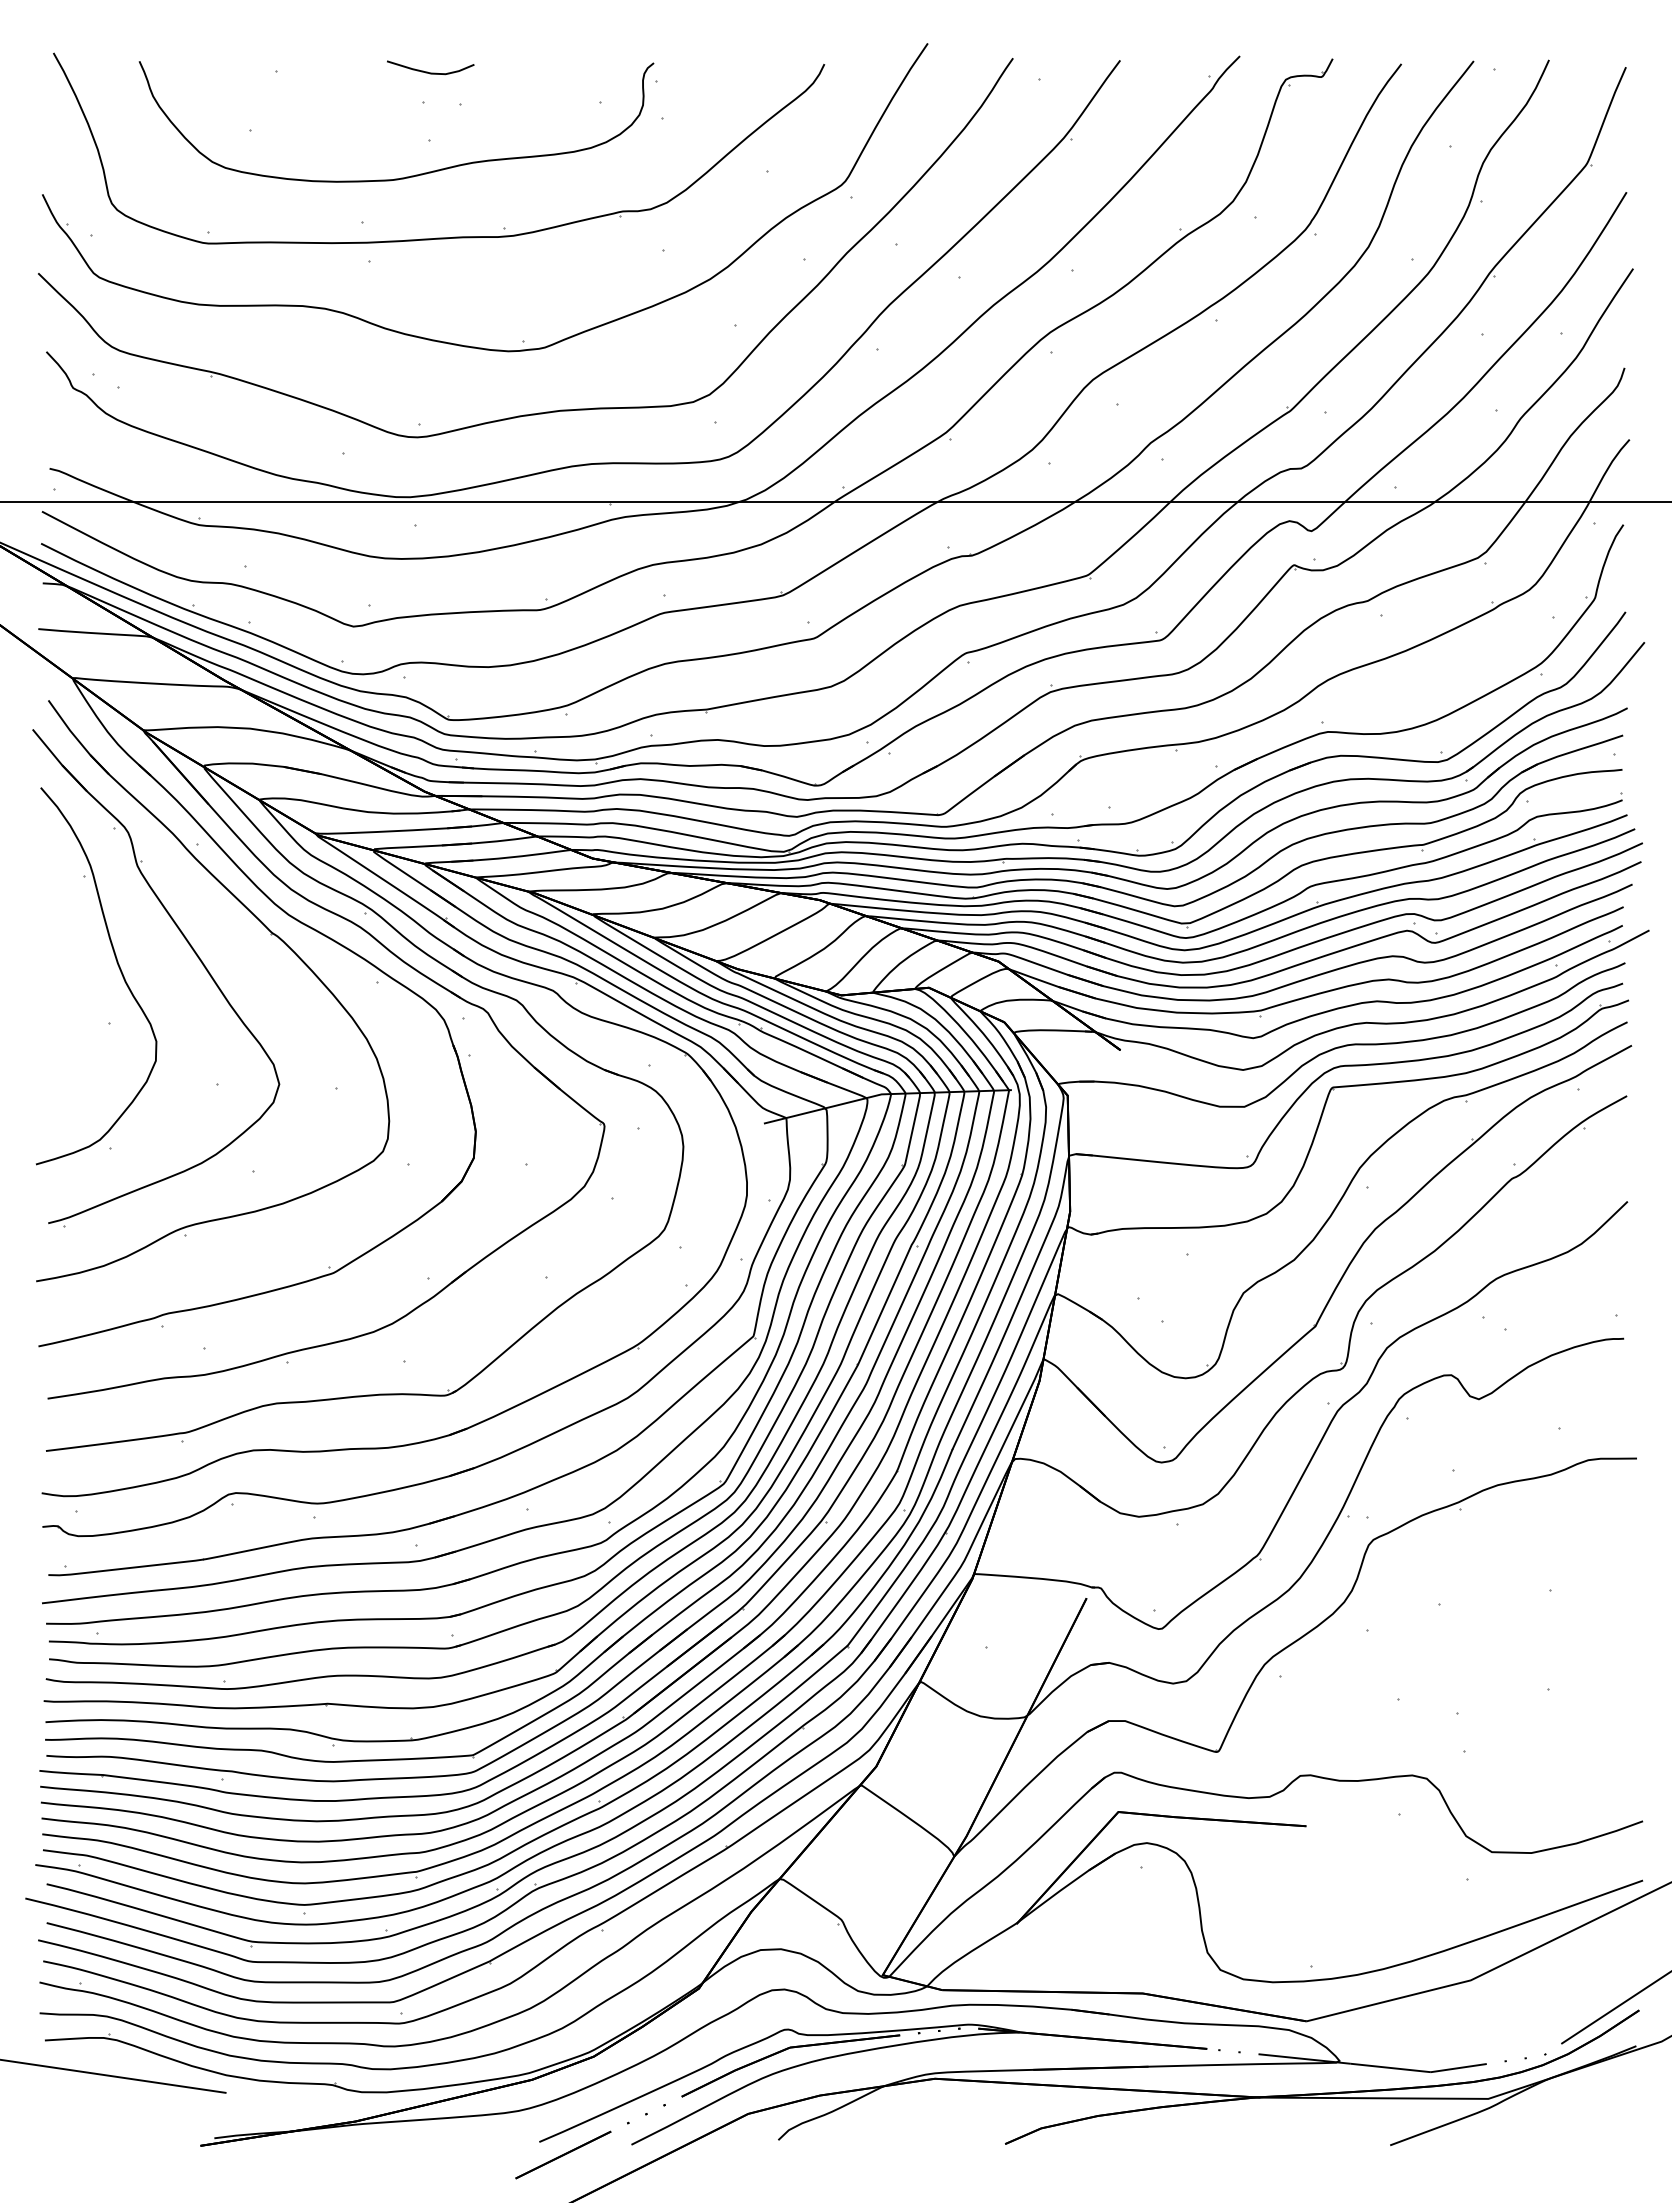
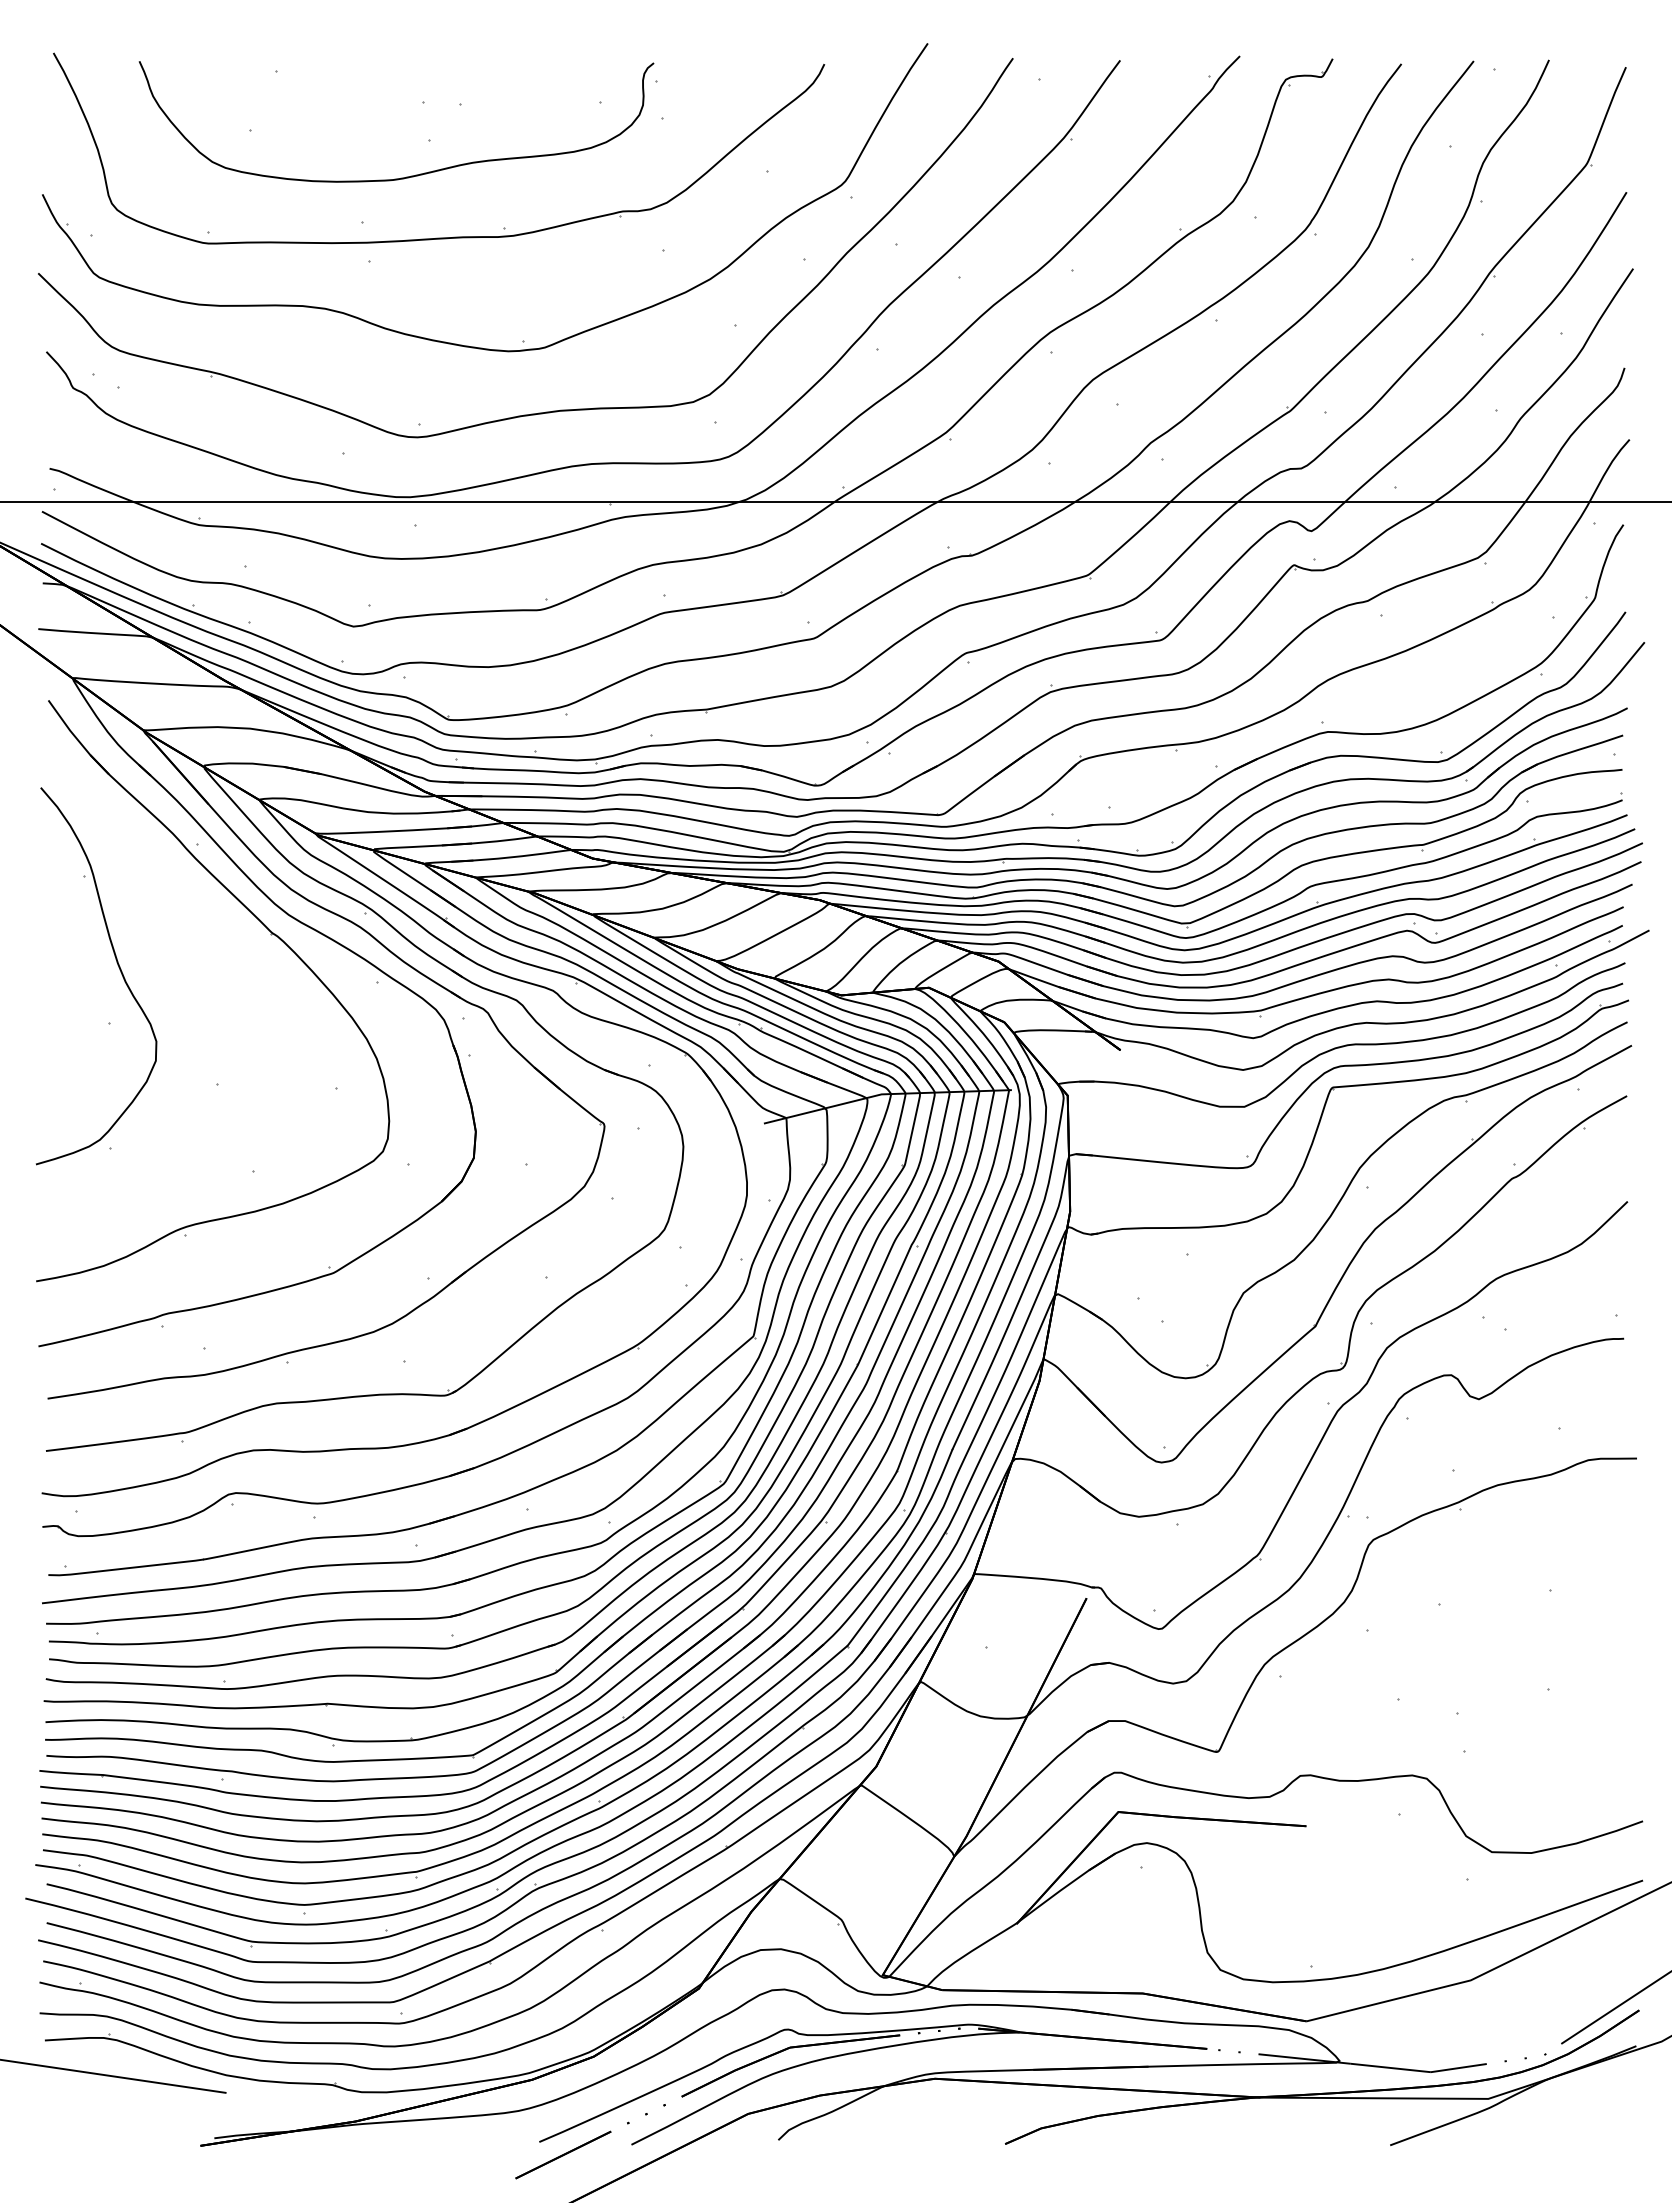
curve at (427, 71): present -> none
part at (194, 953): present -> none
